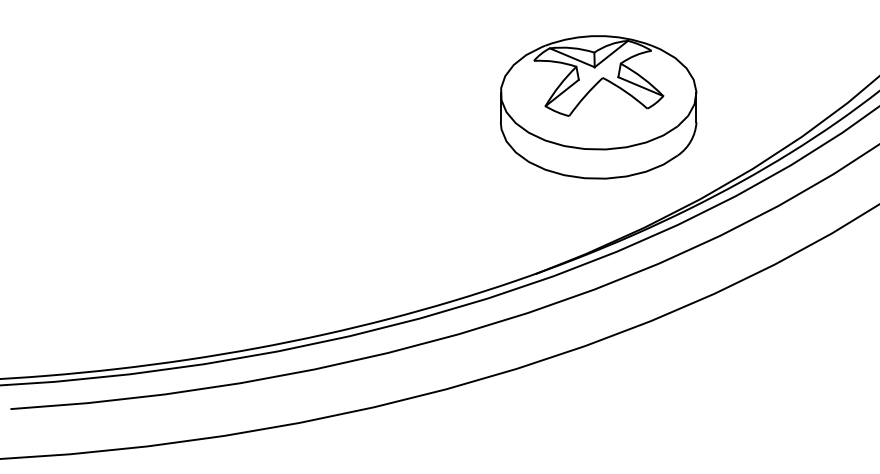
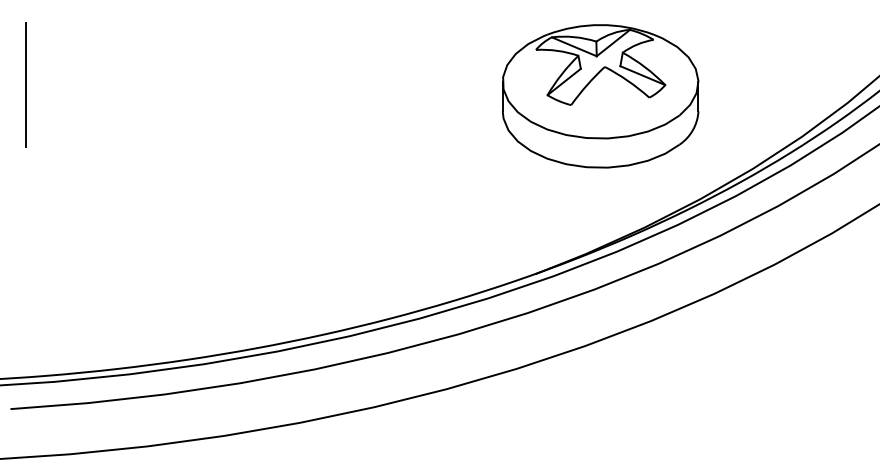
line at (25, 84): none -> present
part at (598, 107) position: (598, 107) -> (600, 96)
